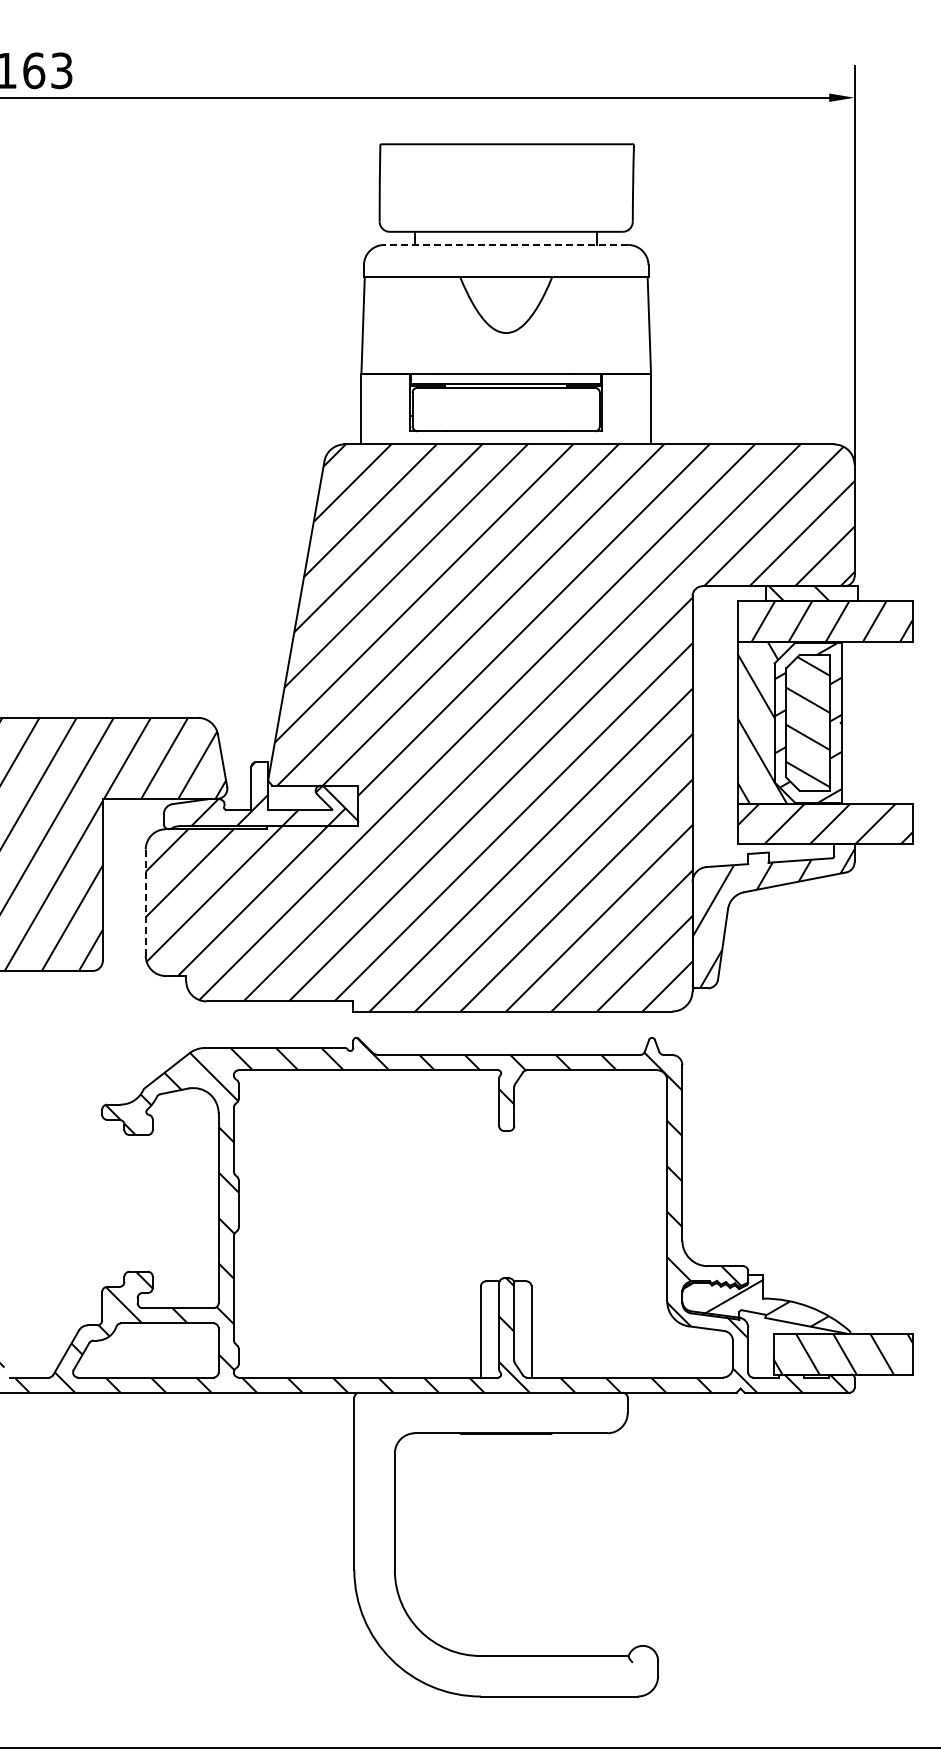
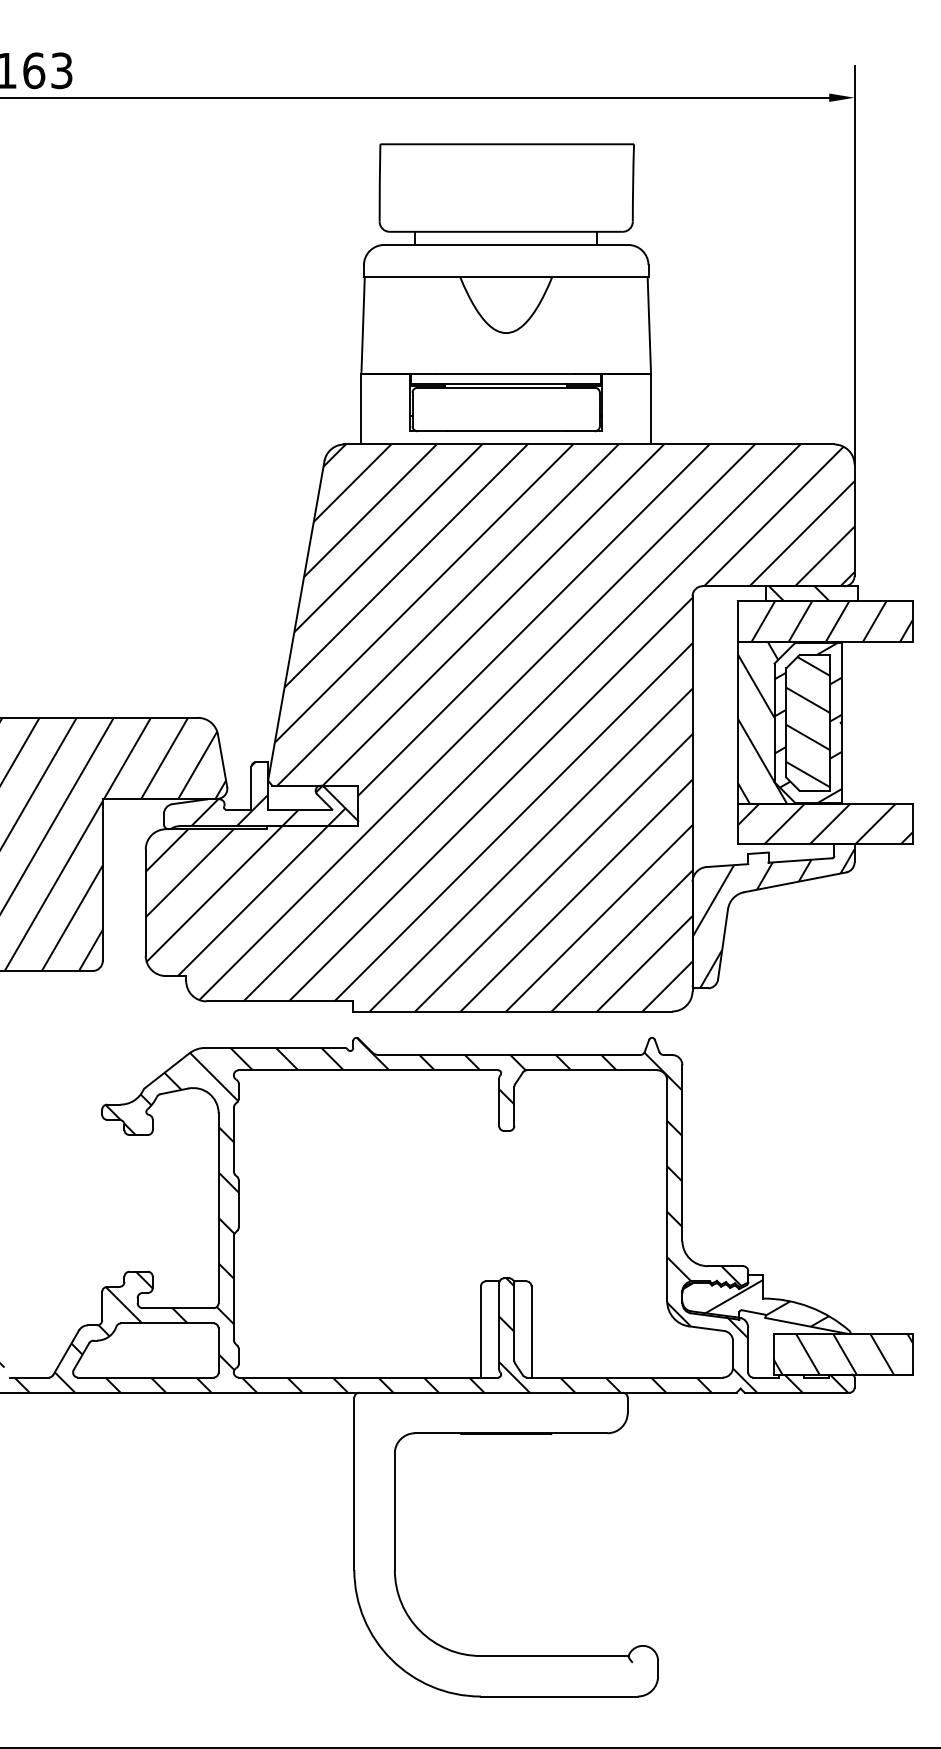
line at (505, 244): dashed -> solid
line at (145, 903): dashed -> solid
